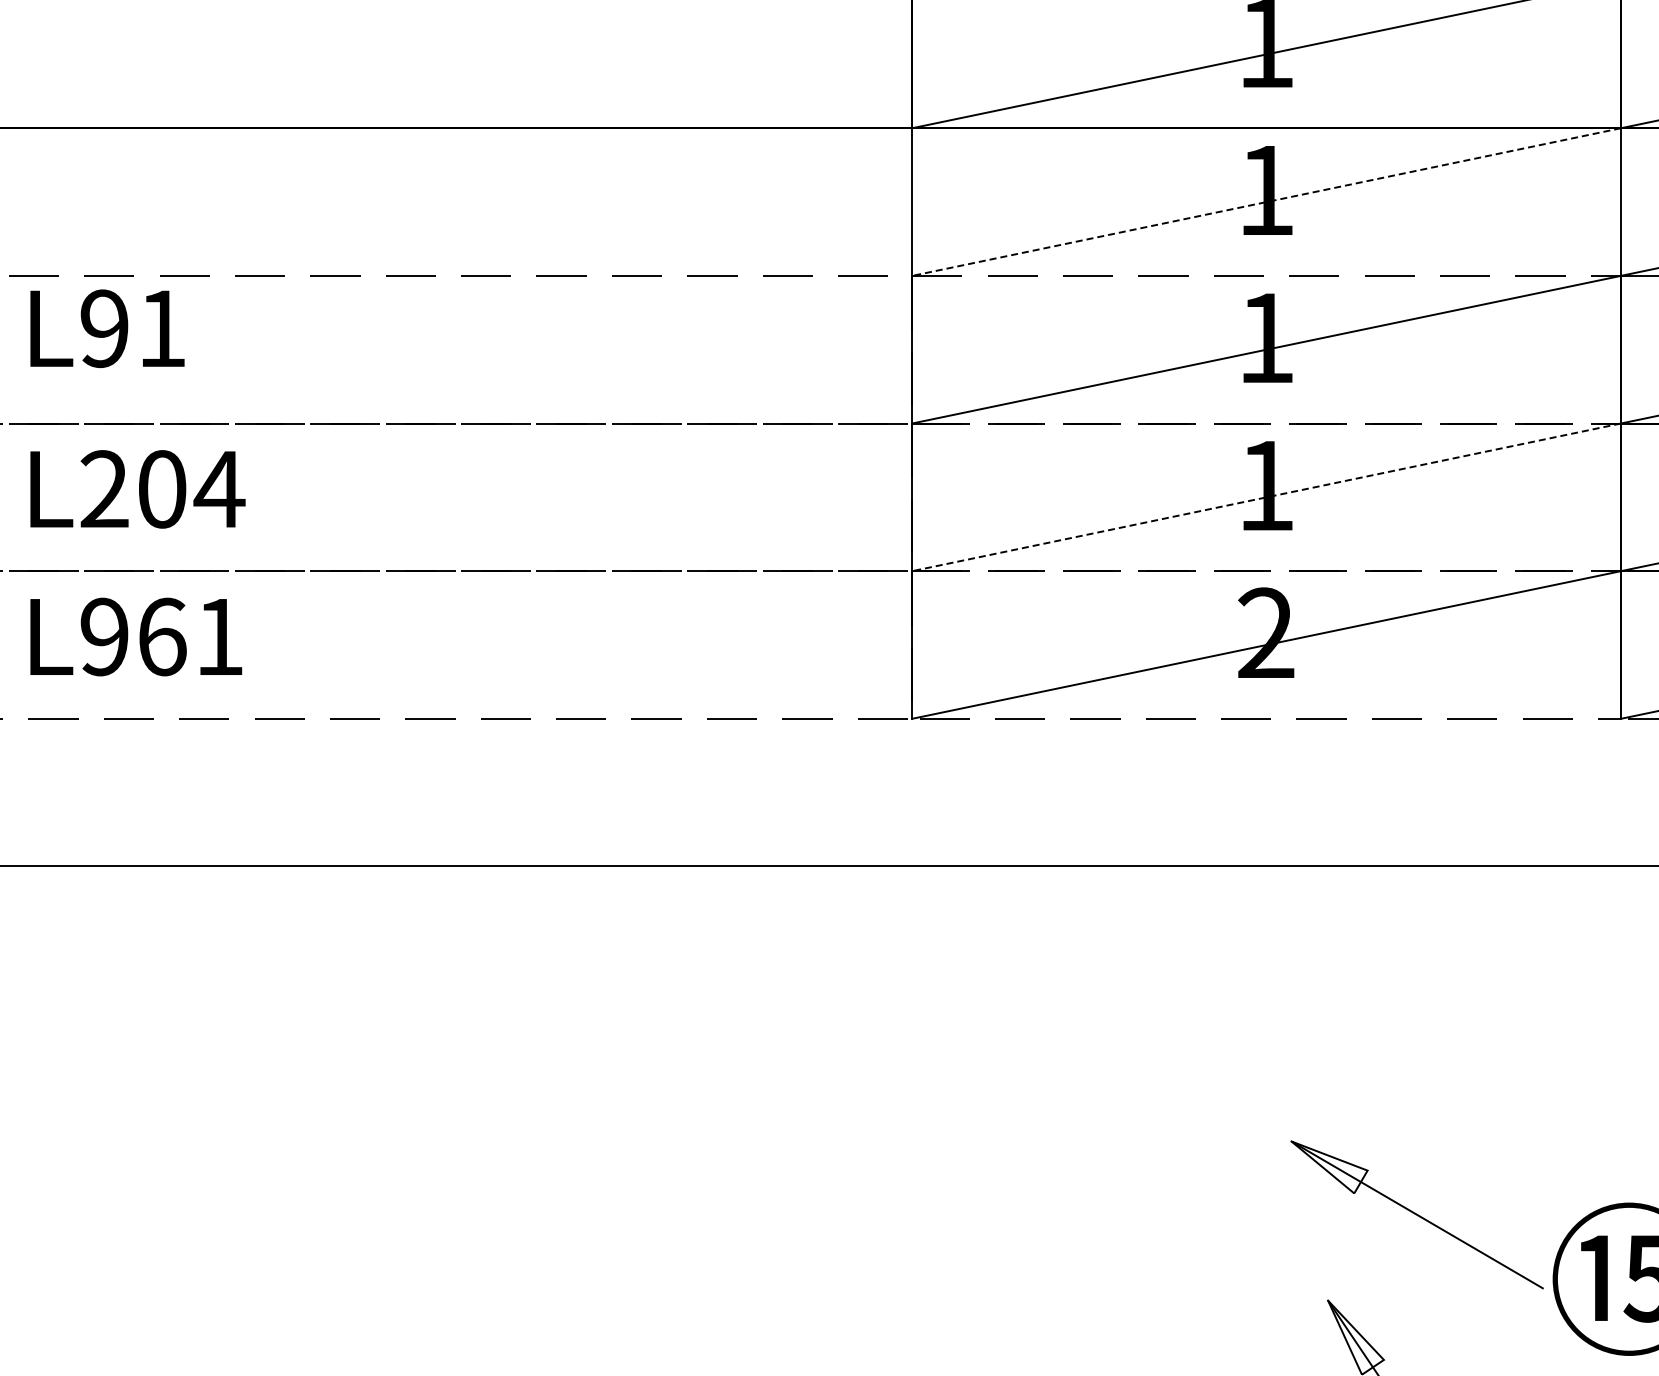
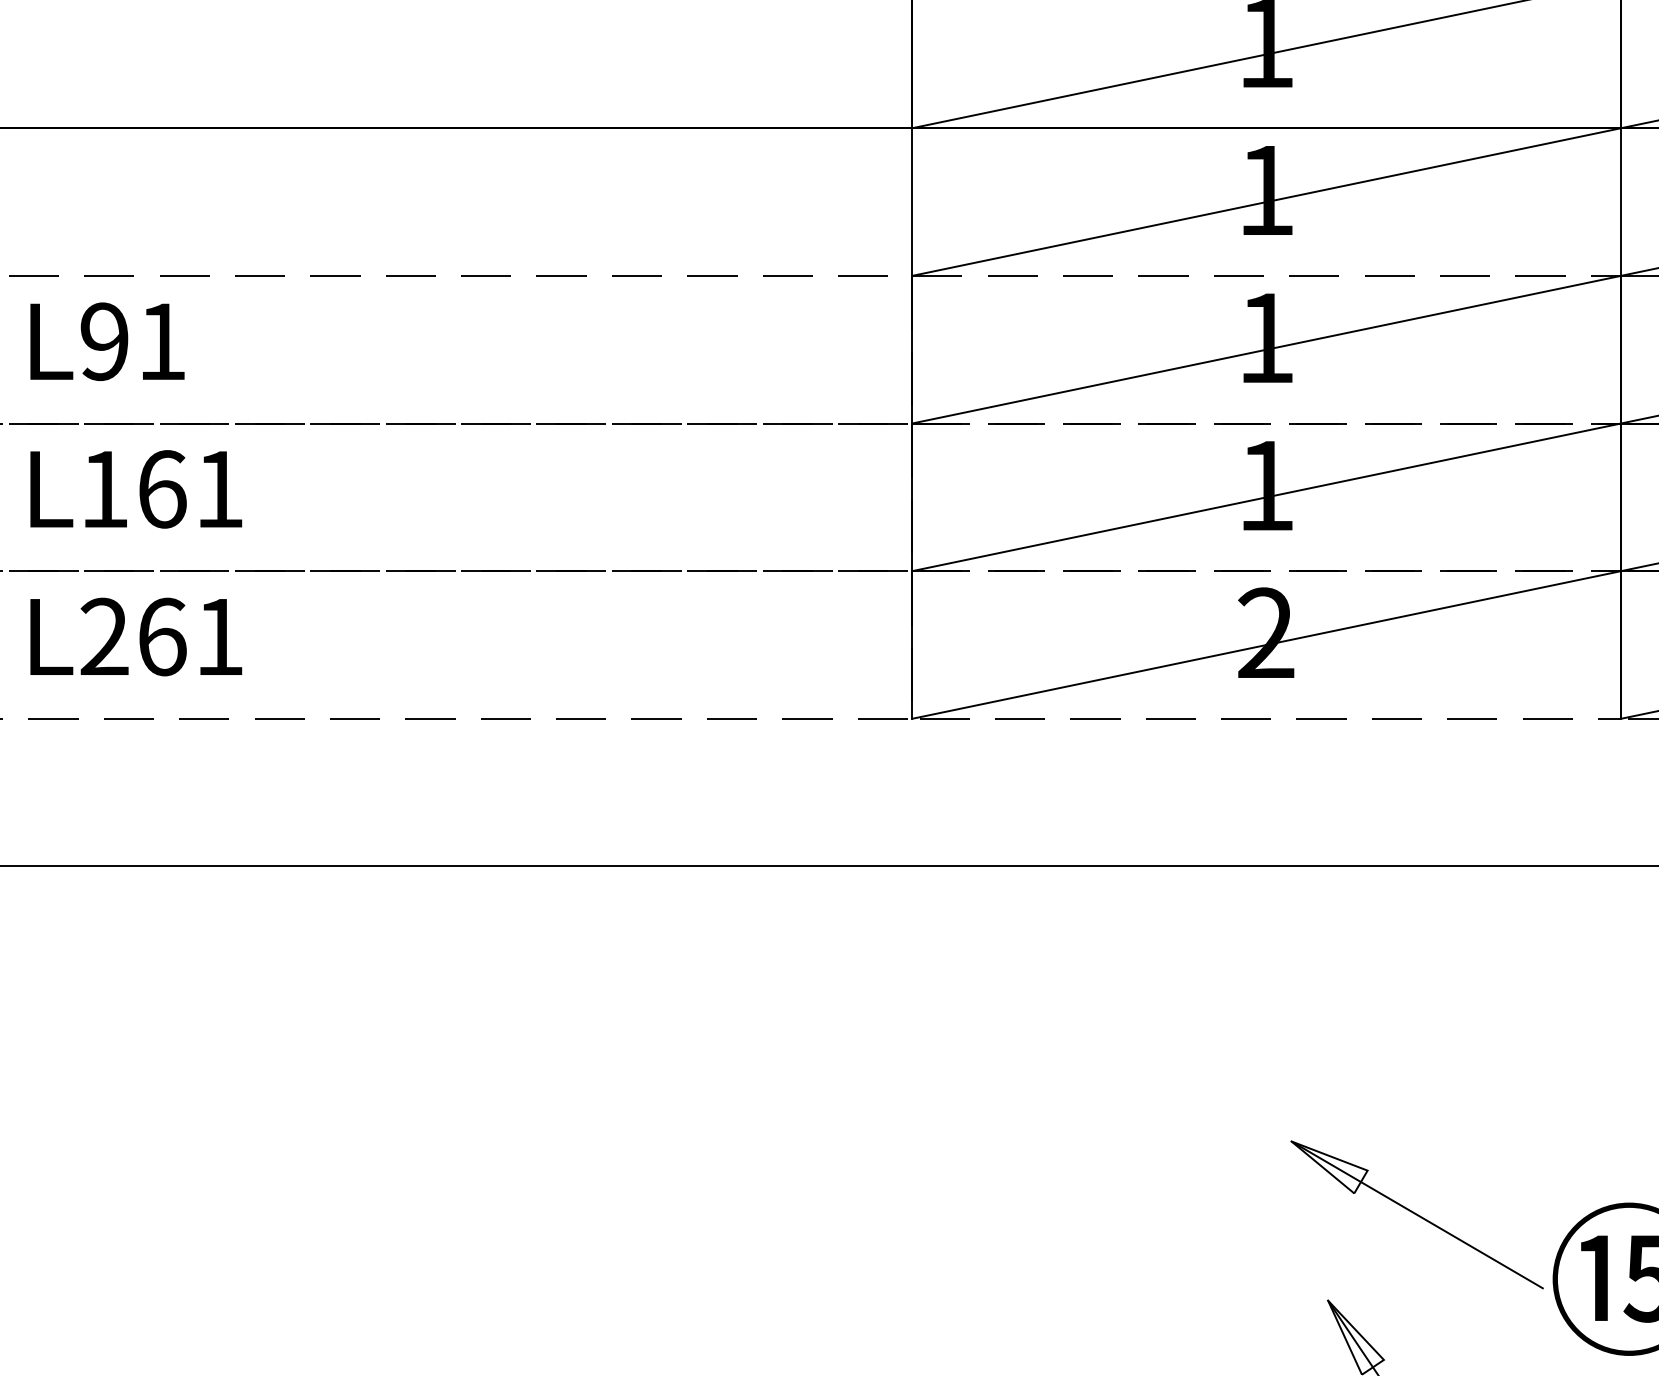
line at (1266, 202): dashed -> solid
text at (107, 328) position: (107, 328) -> (107, 341)
text at (162, 489): L204 -> L161
line at (1266, 497): dashed -> solid
text at (104, 637): L961 -> L261
